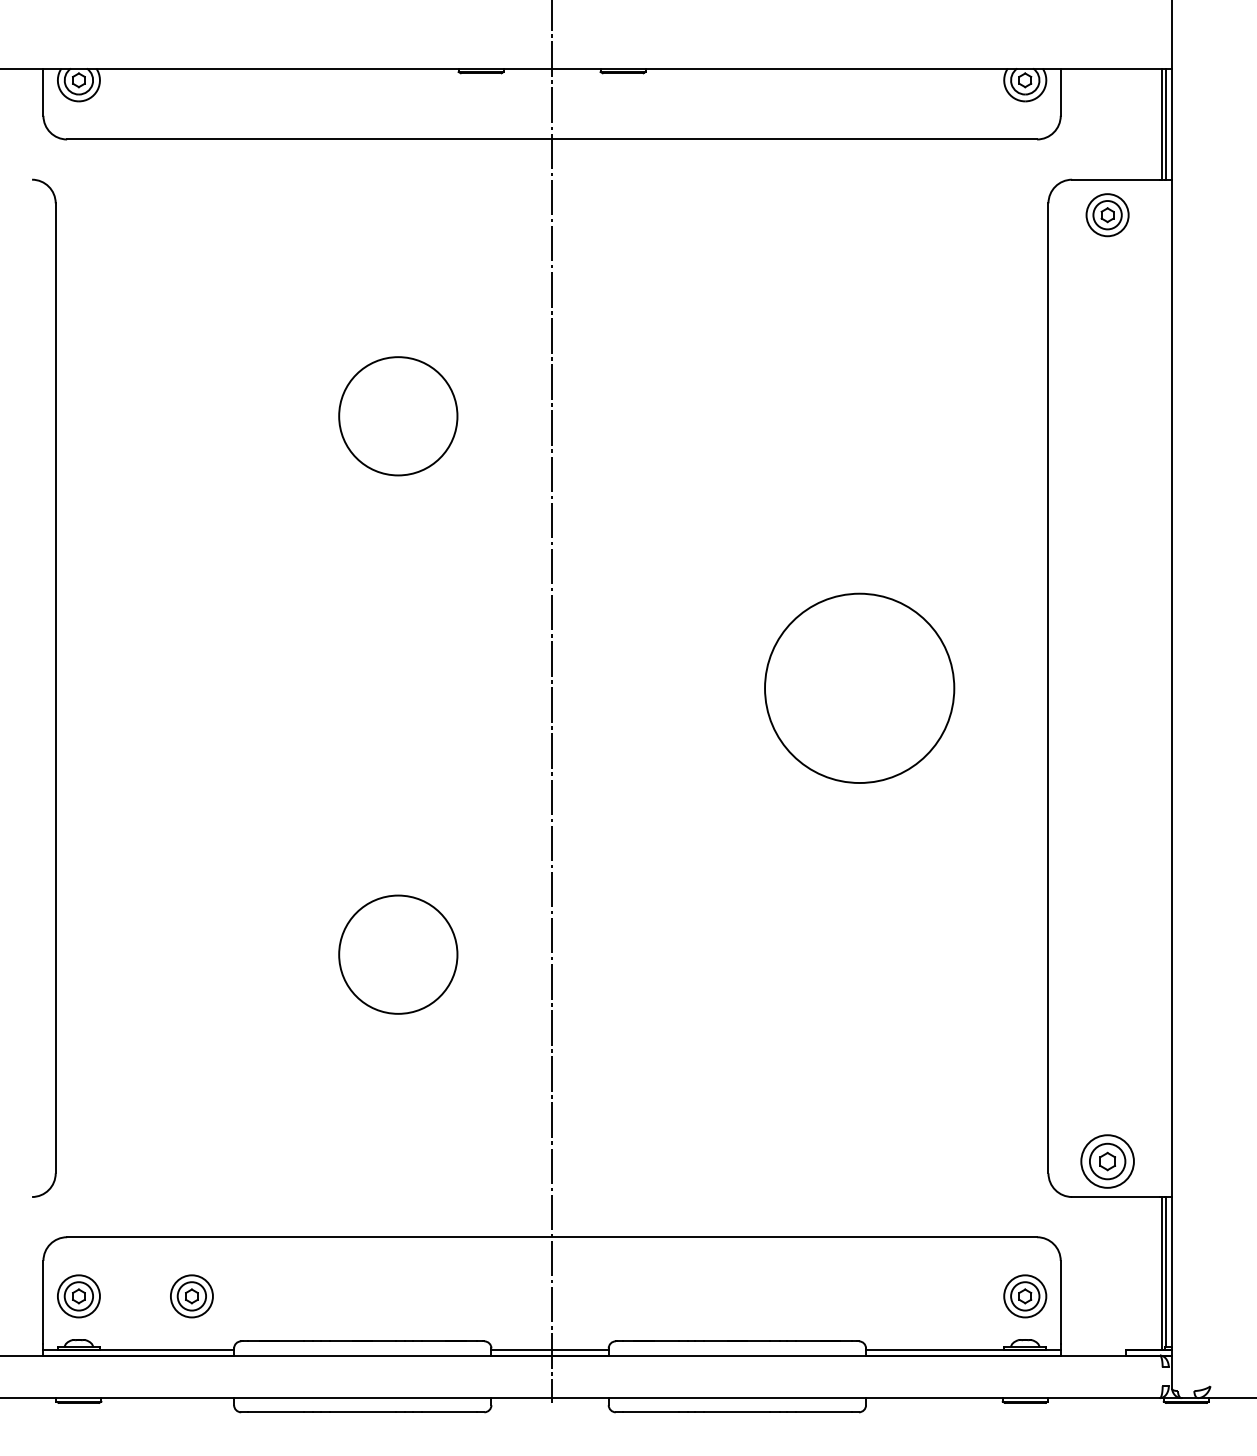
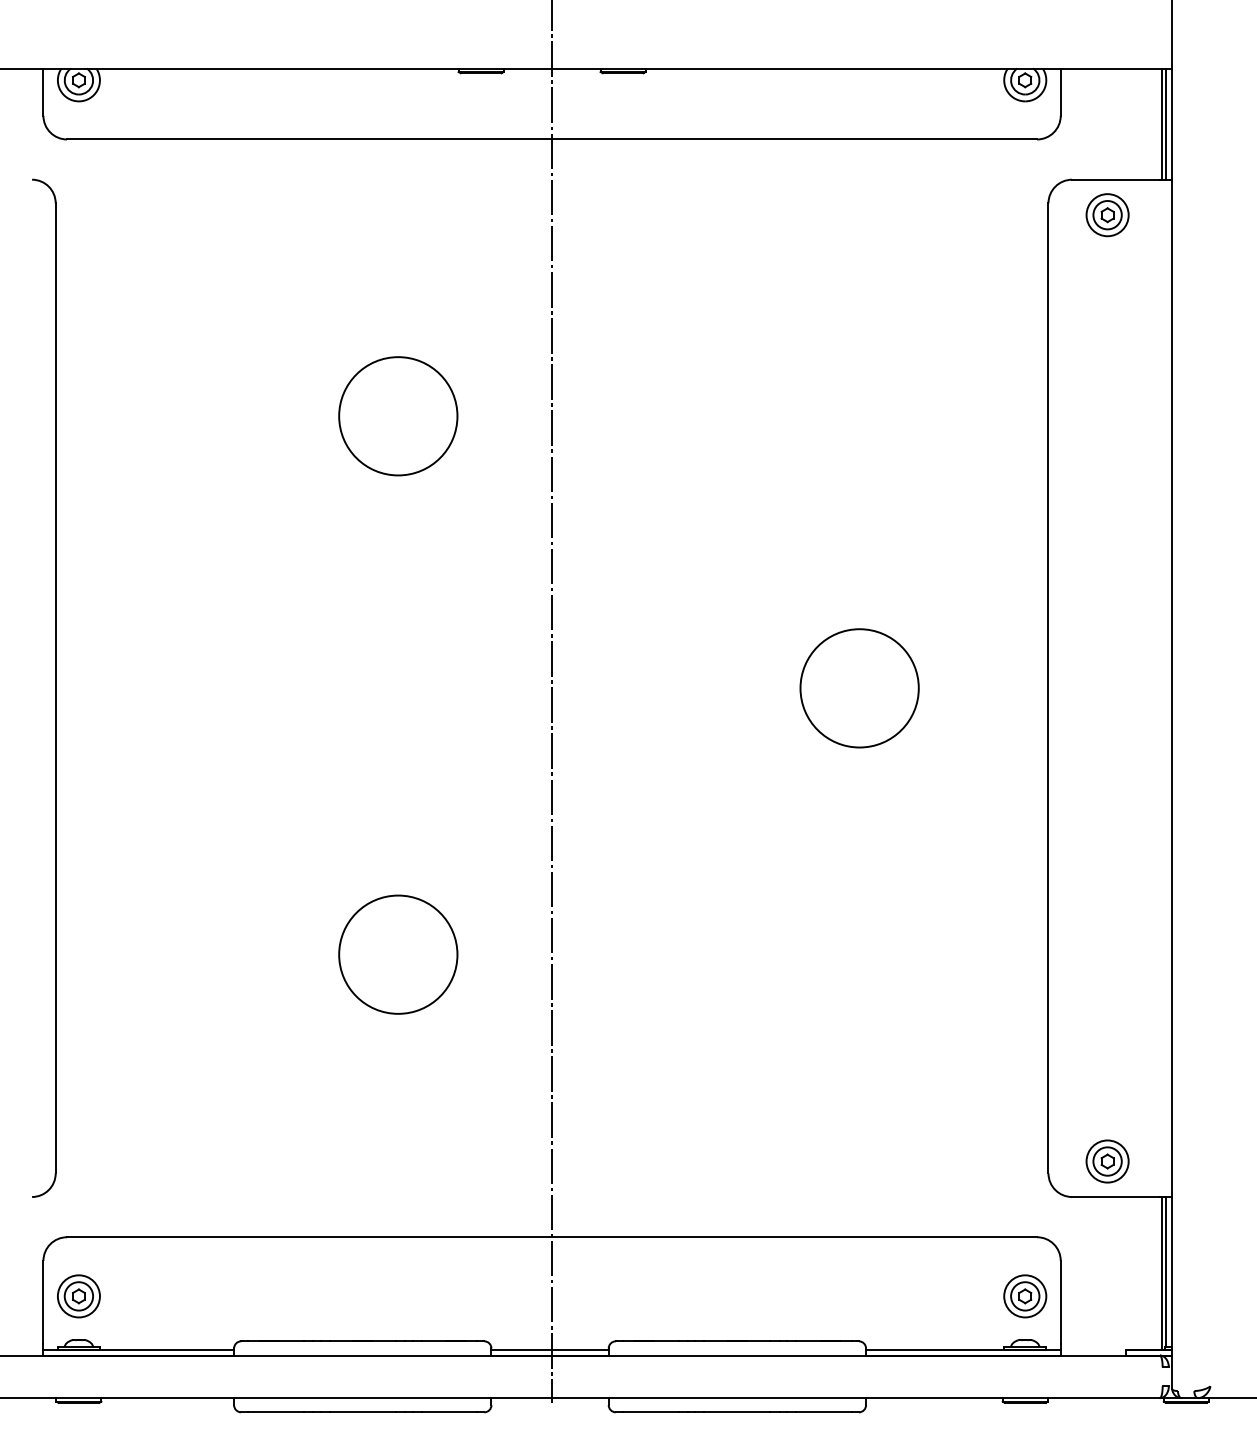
circle at (859, 688) diameter: 189 px -> 118 px
part at (1107, 1161) size: 55x55 px -> 45x45 px
part at (191, 1296): present -> none
